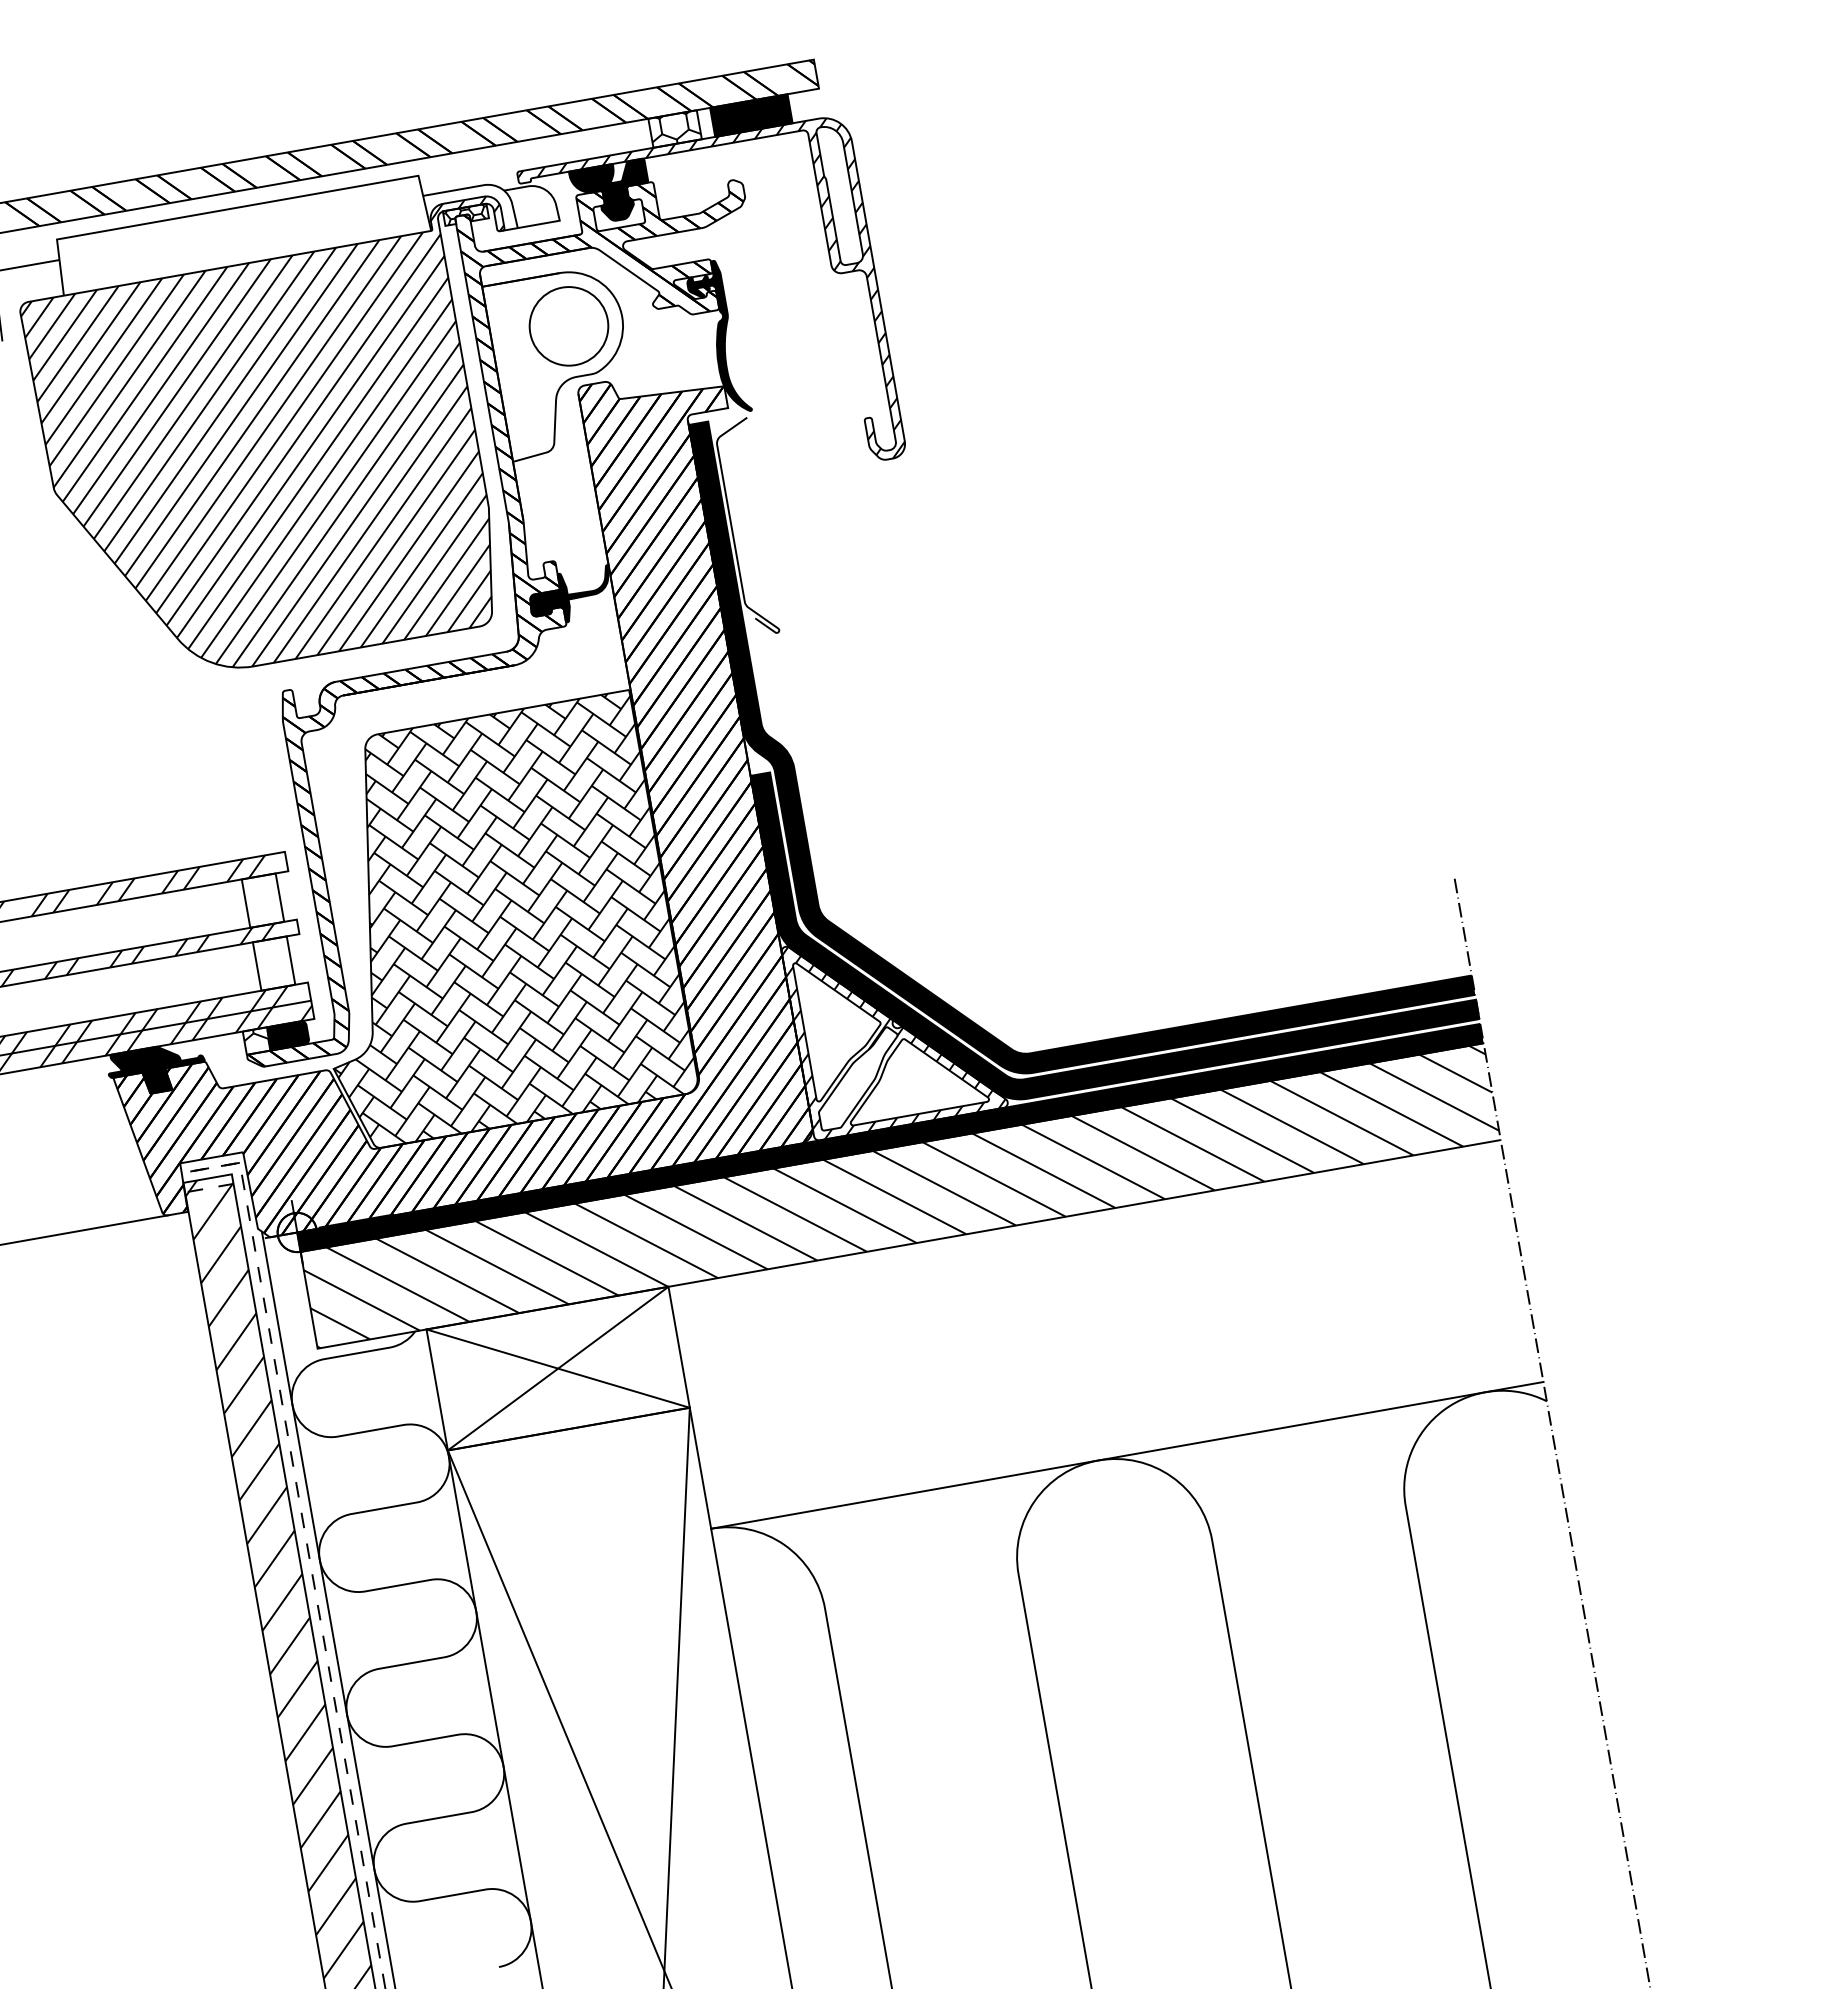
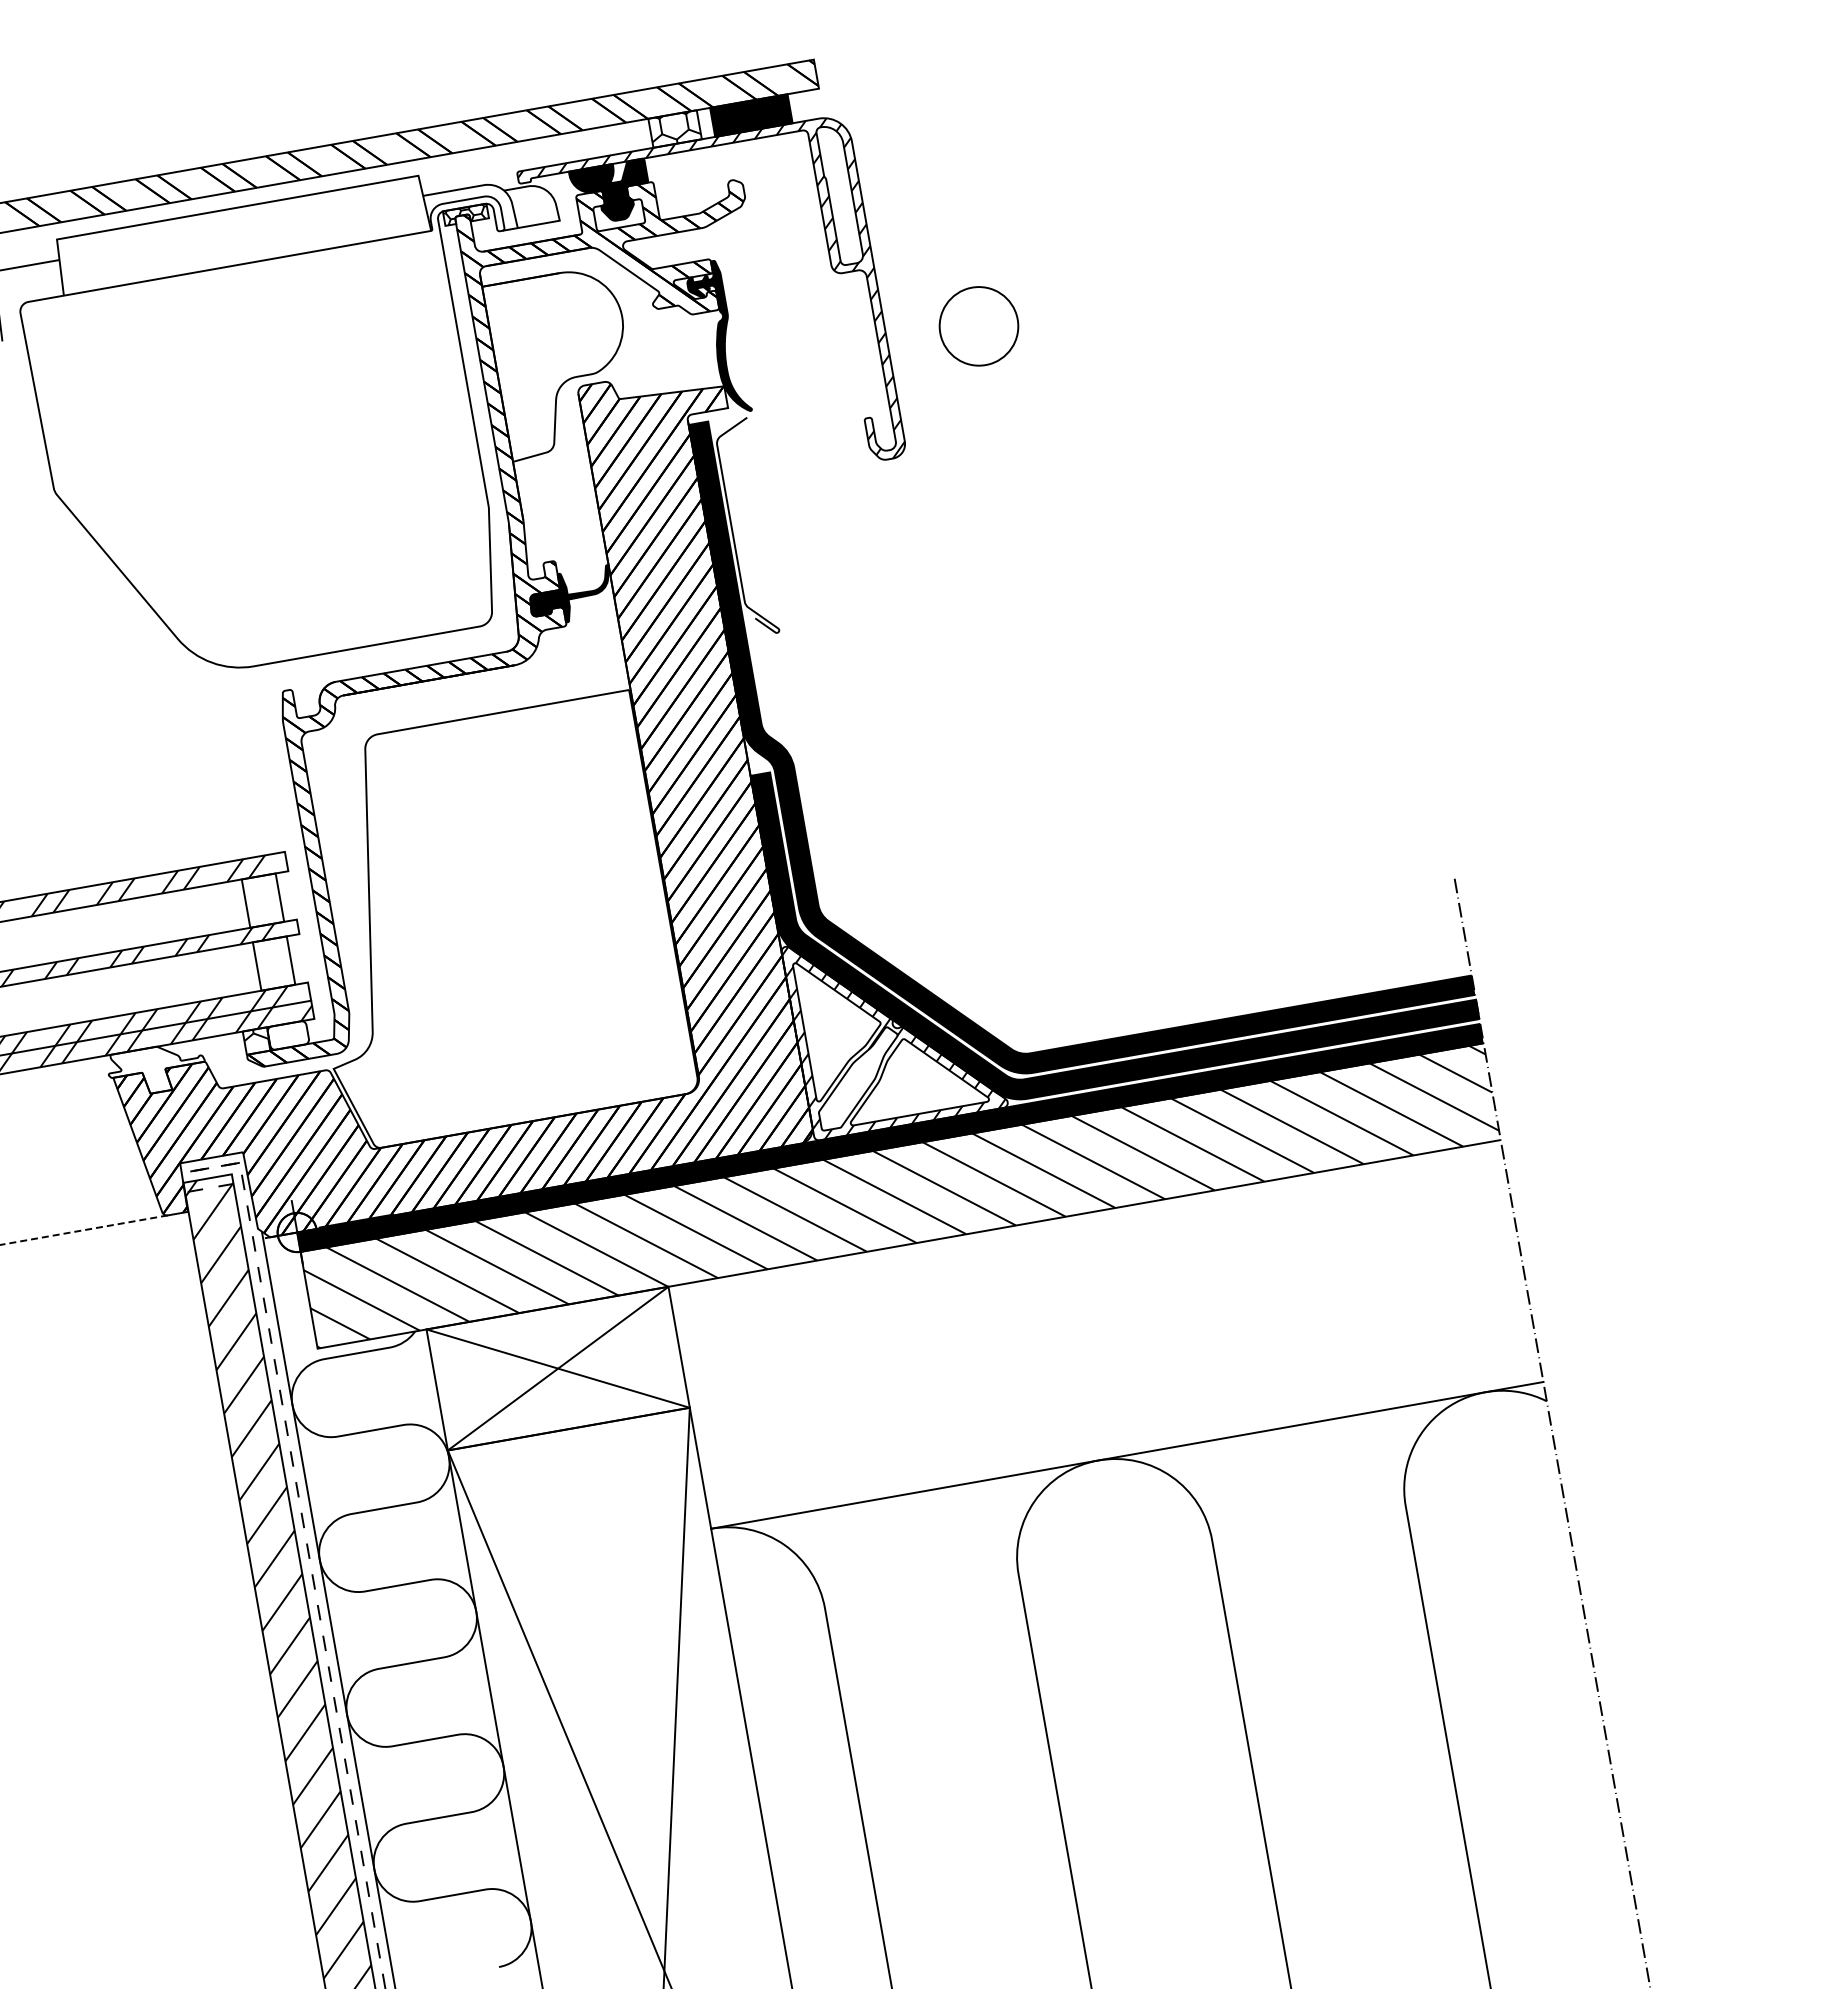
circle at (568, 326) position: (568, 326) -> (978, 326)
hatch at (262, 431): present -> none
hatch at (513, 918): present -> none
fill at (287, 1035): present -> none
fill at (156, 1069): present -> none
line at (84, 1230): solid -> dashed
